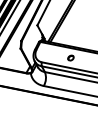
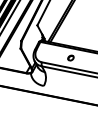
line at (69, 77): present -> none
line at (68, 91): present -> none
